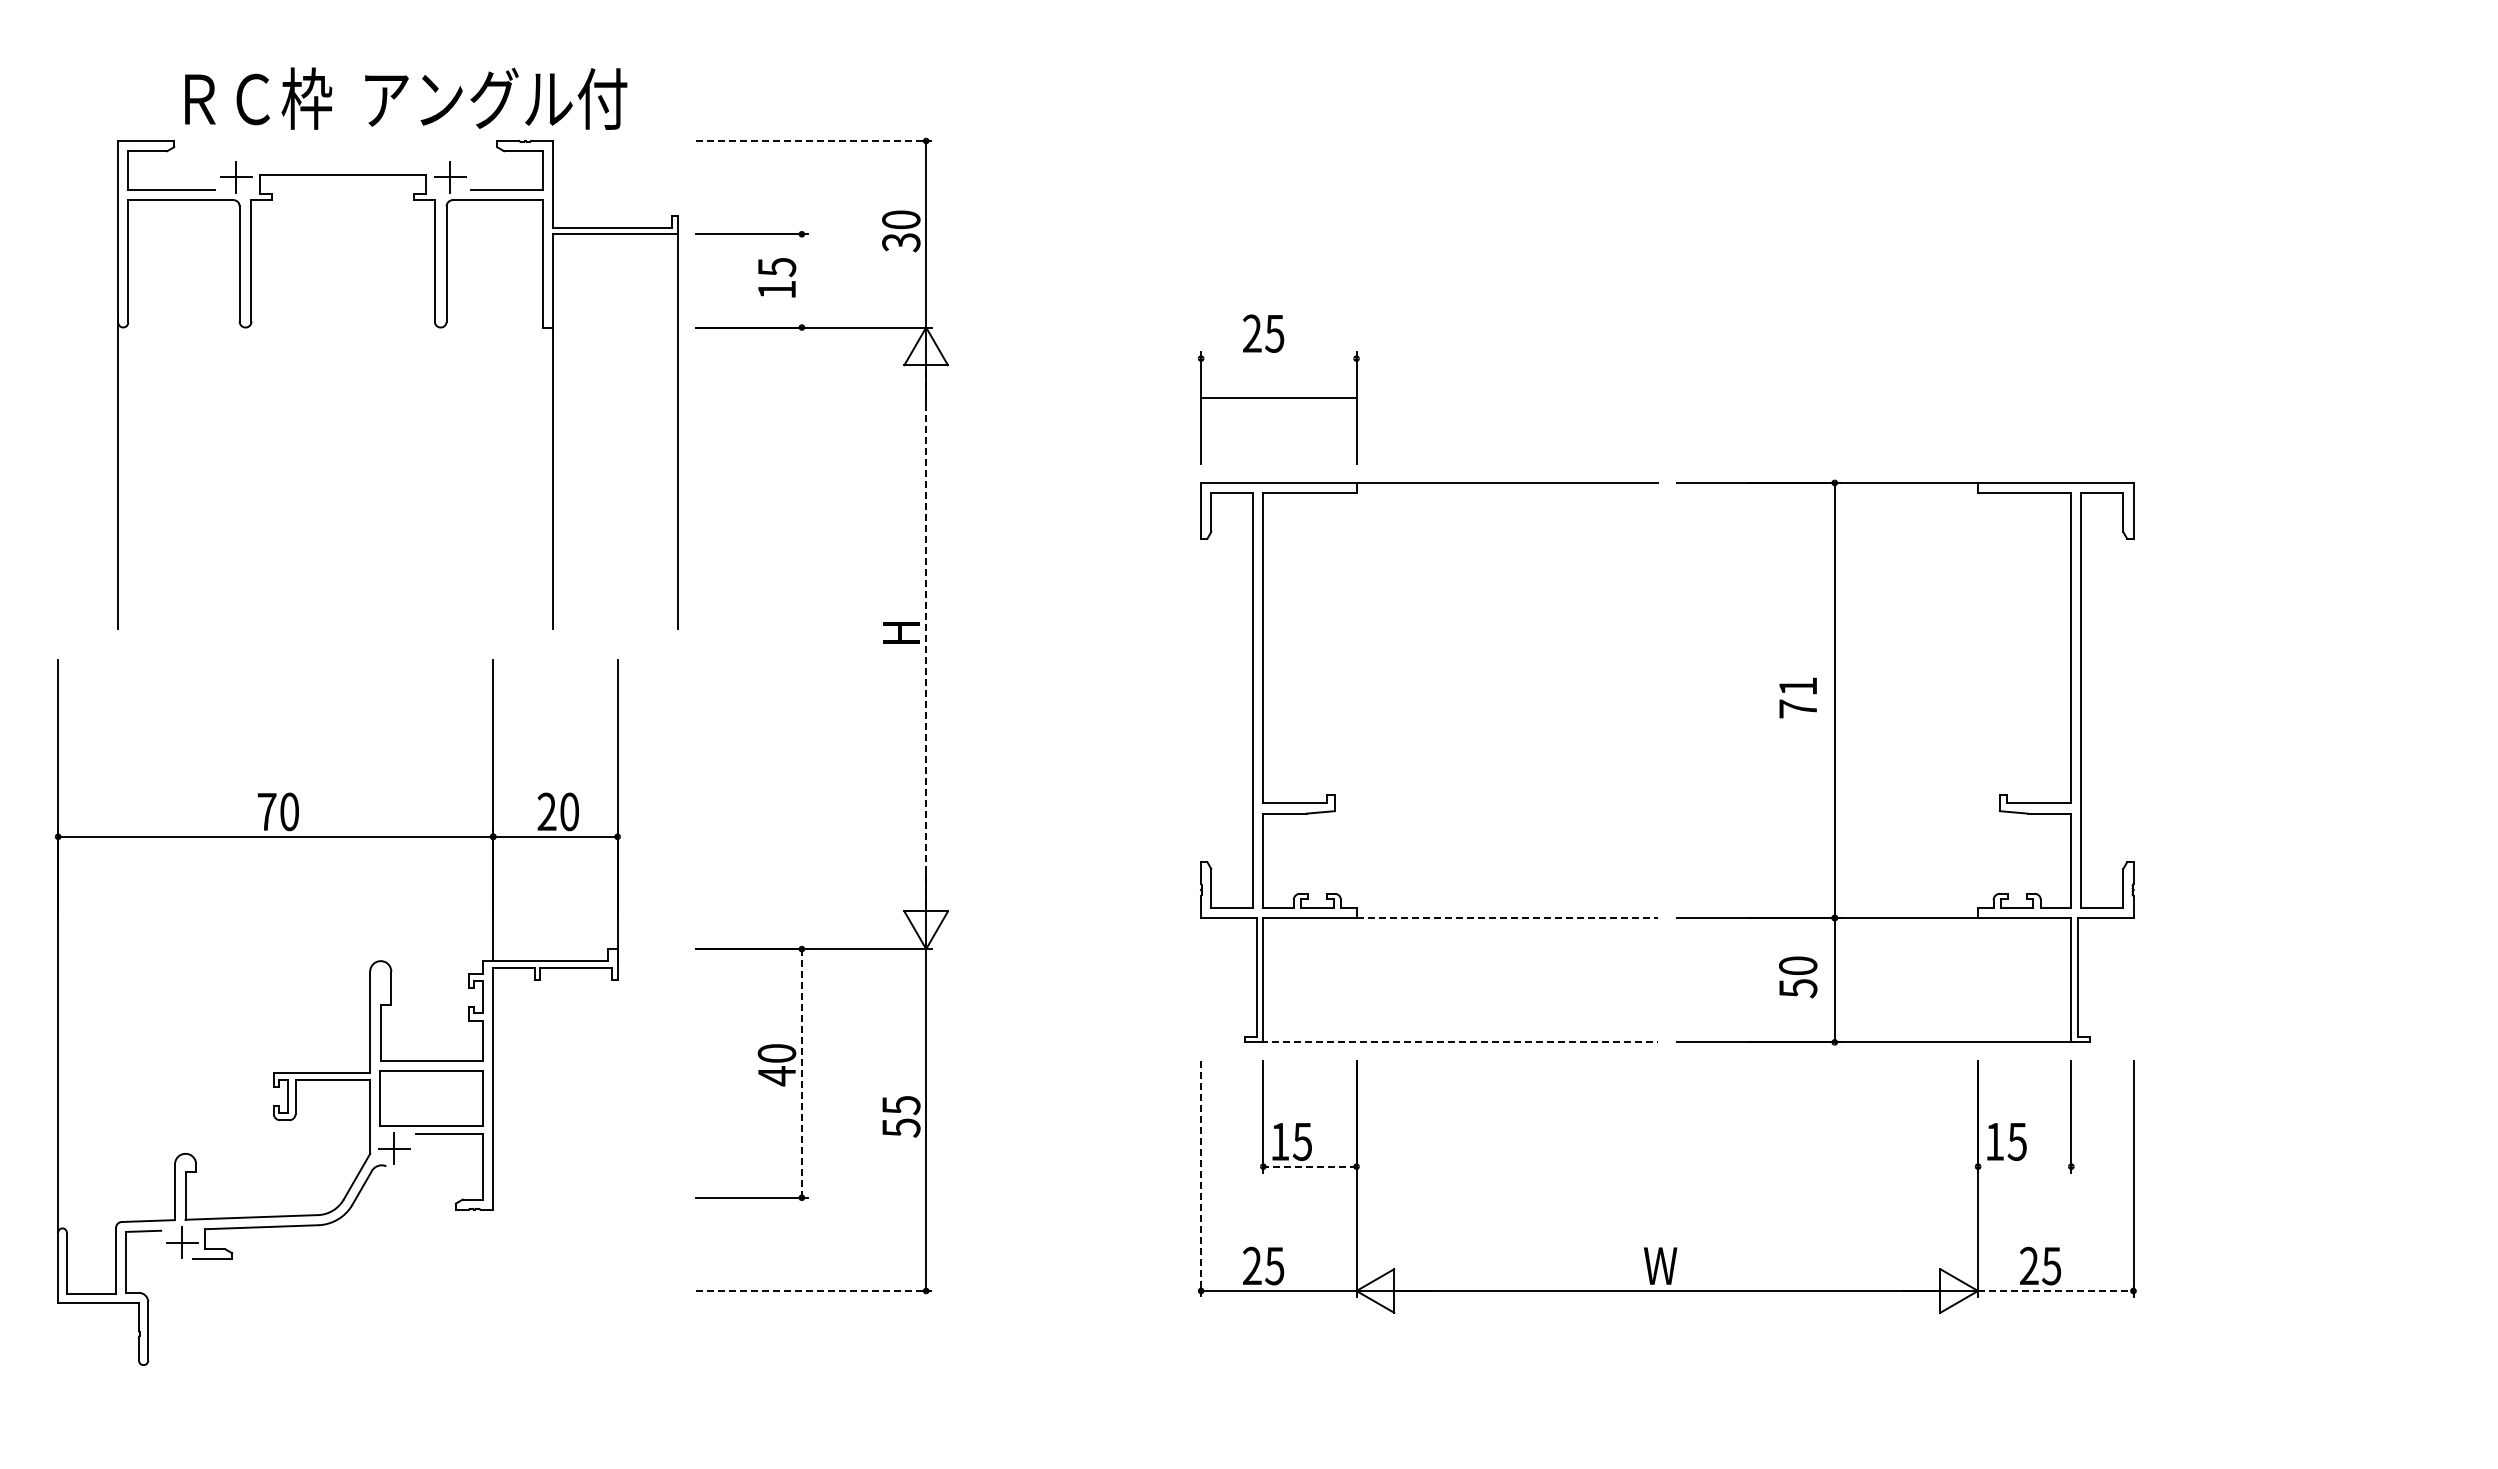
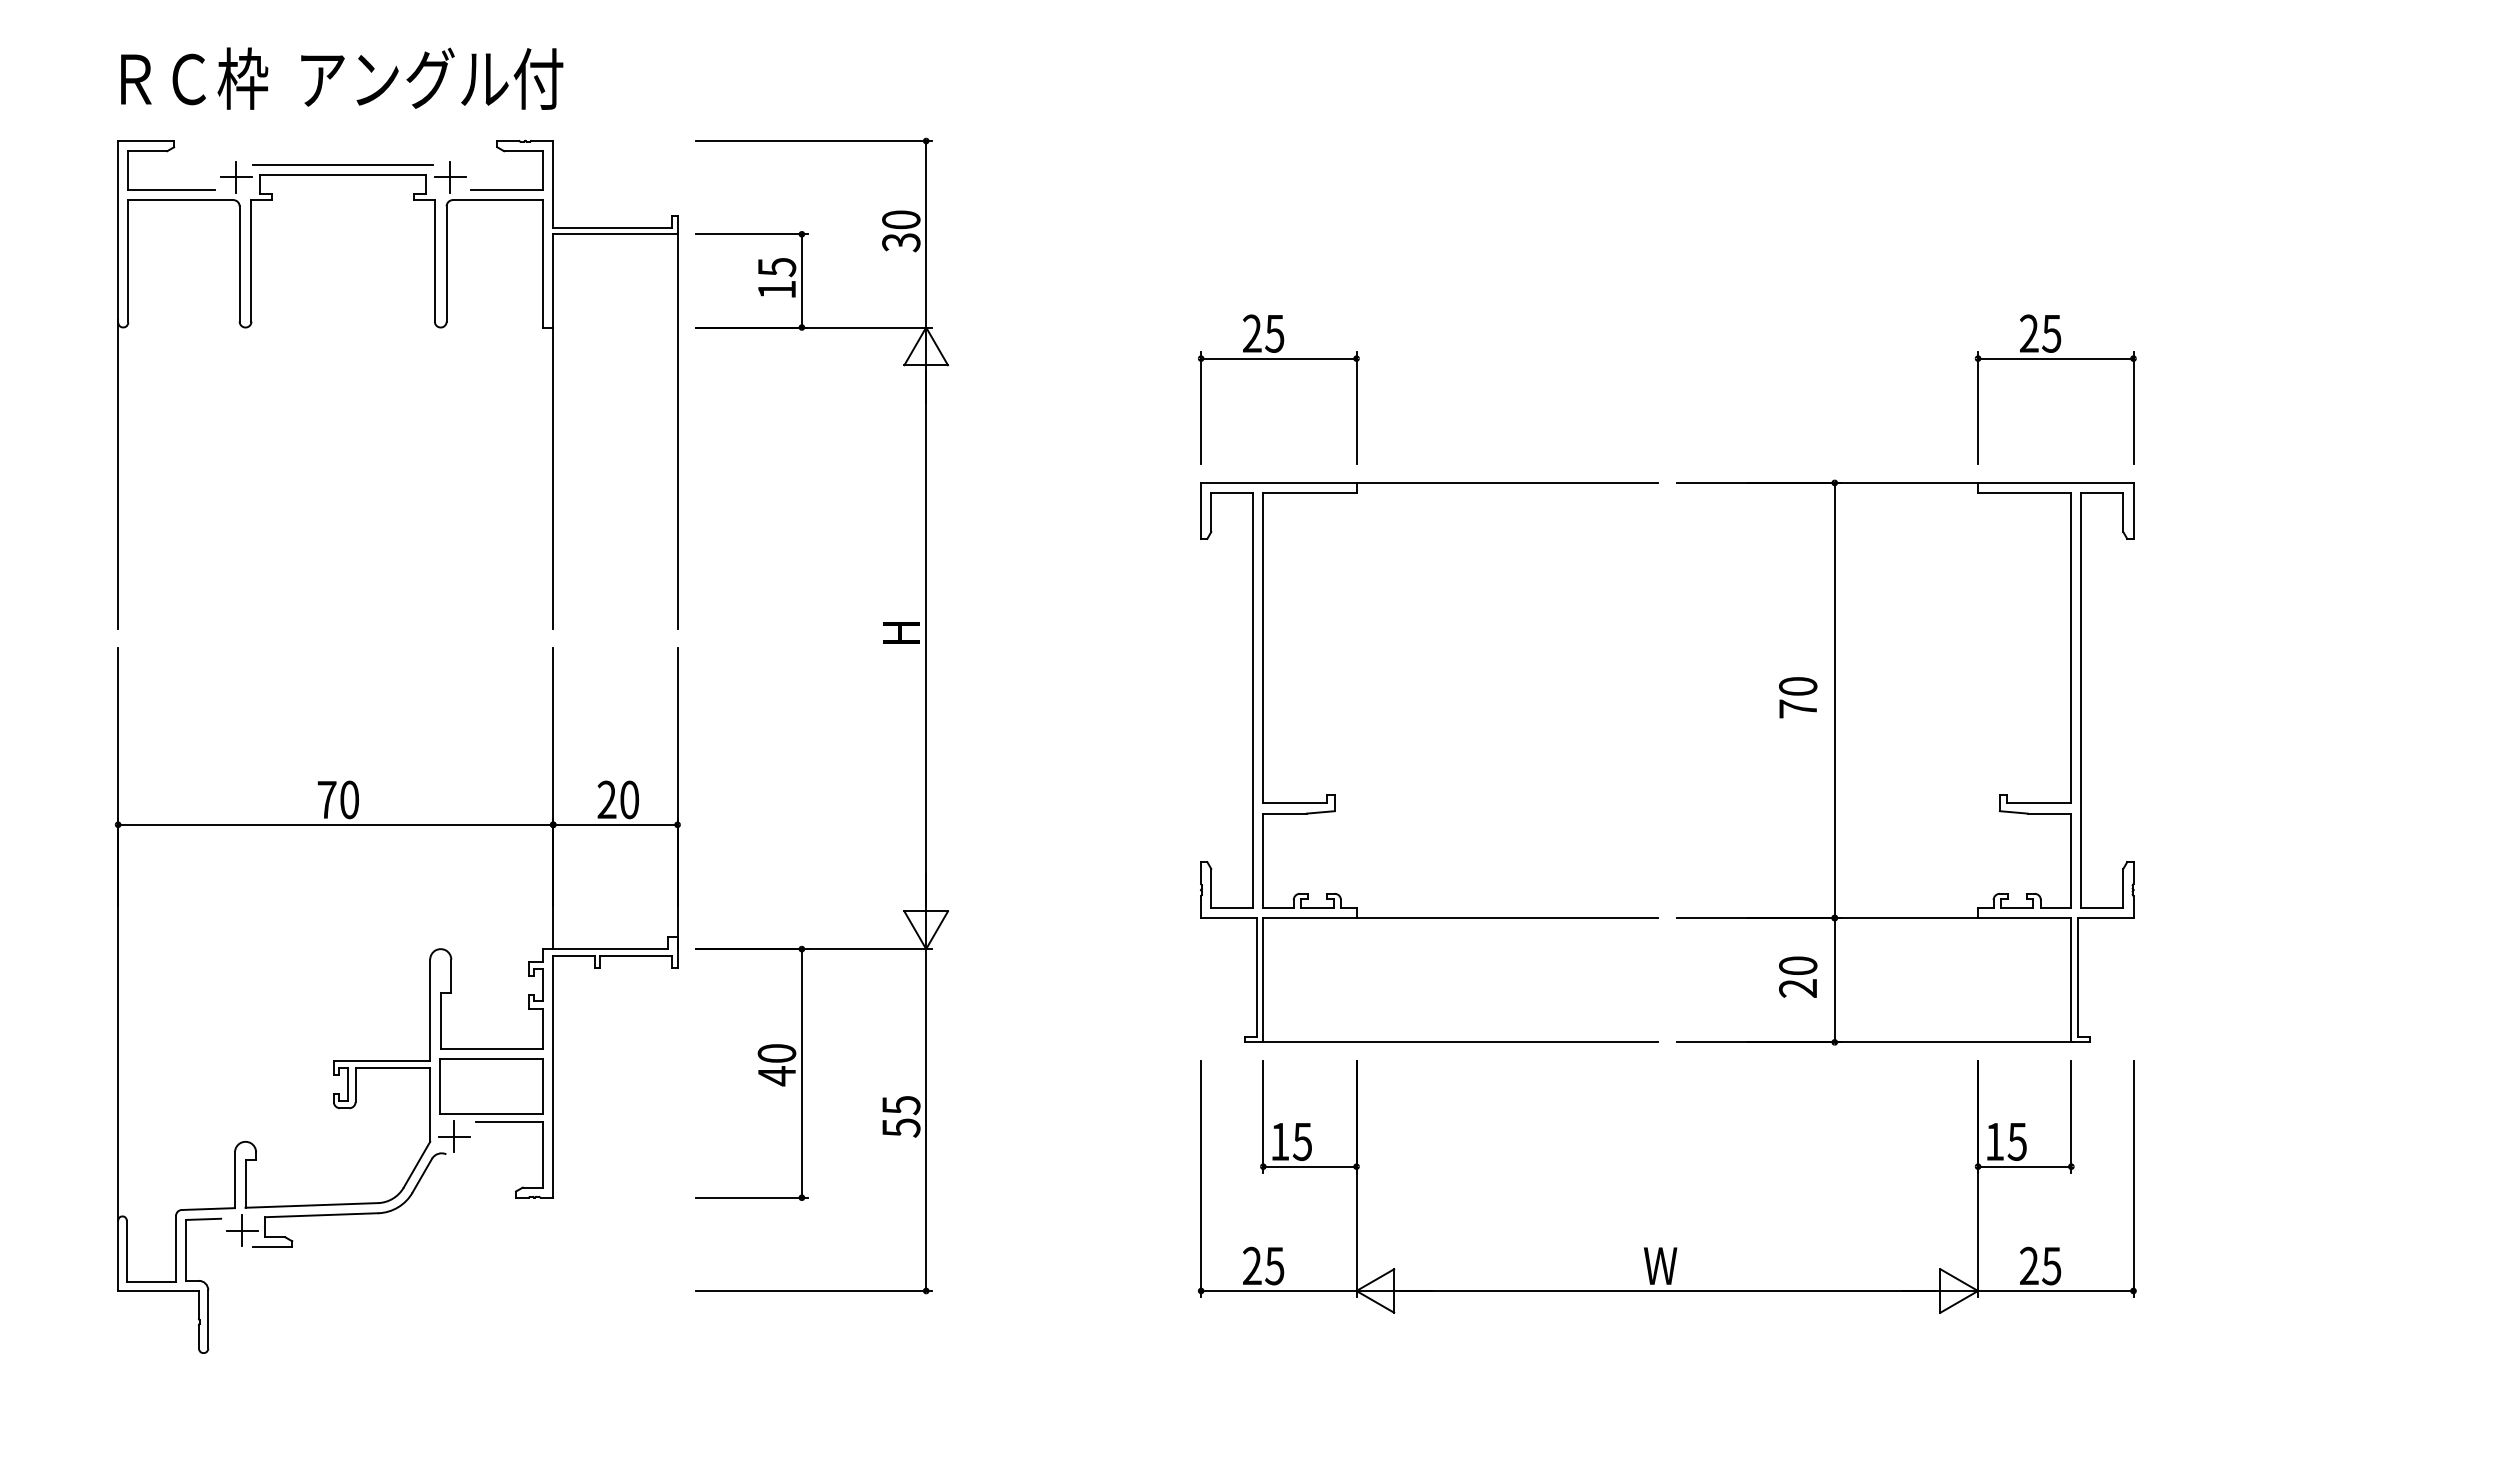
text at (406, 98) position: (406, 98) -> (342, 78)
line at (814, 141): dashed -> solid
line at (342, 165): none -> present
line at (801, 280): none -> present
part at (2055, 359): none -> present
line at (1278, 397) position: (1278, 397) -> (1278, 358)
line at (926, 638): dashed -> solid
text at (1798, 686): 71 -> 70
line at (1507, 918): dashed -> solid
text at (1798, 988): 50 -> 20
part at (337, 1012) position: (337, 1012) -> (397, 1000)
line at (1460, 1042): dashed -> solid
line at (801, 1073): dashed -> solid
line at (1309, 1166): dashed -> solid
line at (2024, 1166): none -> present
line at (1201, 1179): dashed -> solid
line at (814, 1290): dashed -> solid
line at (2055, 1290): dashed -> solid
